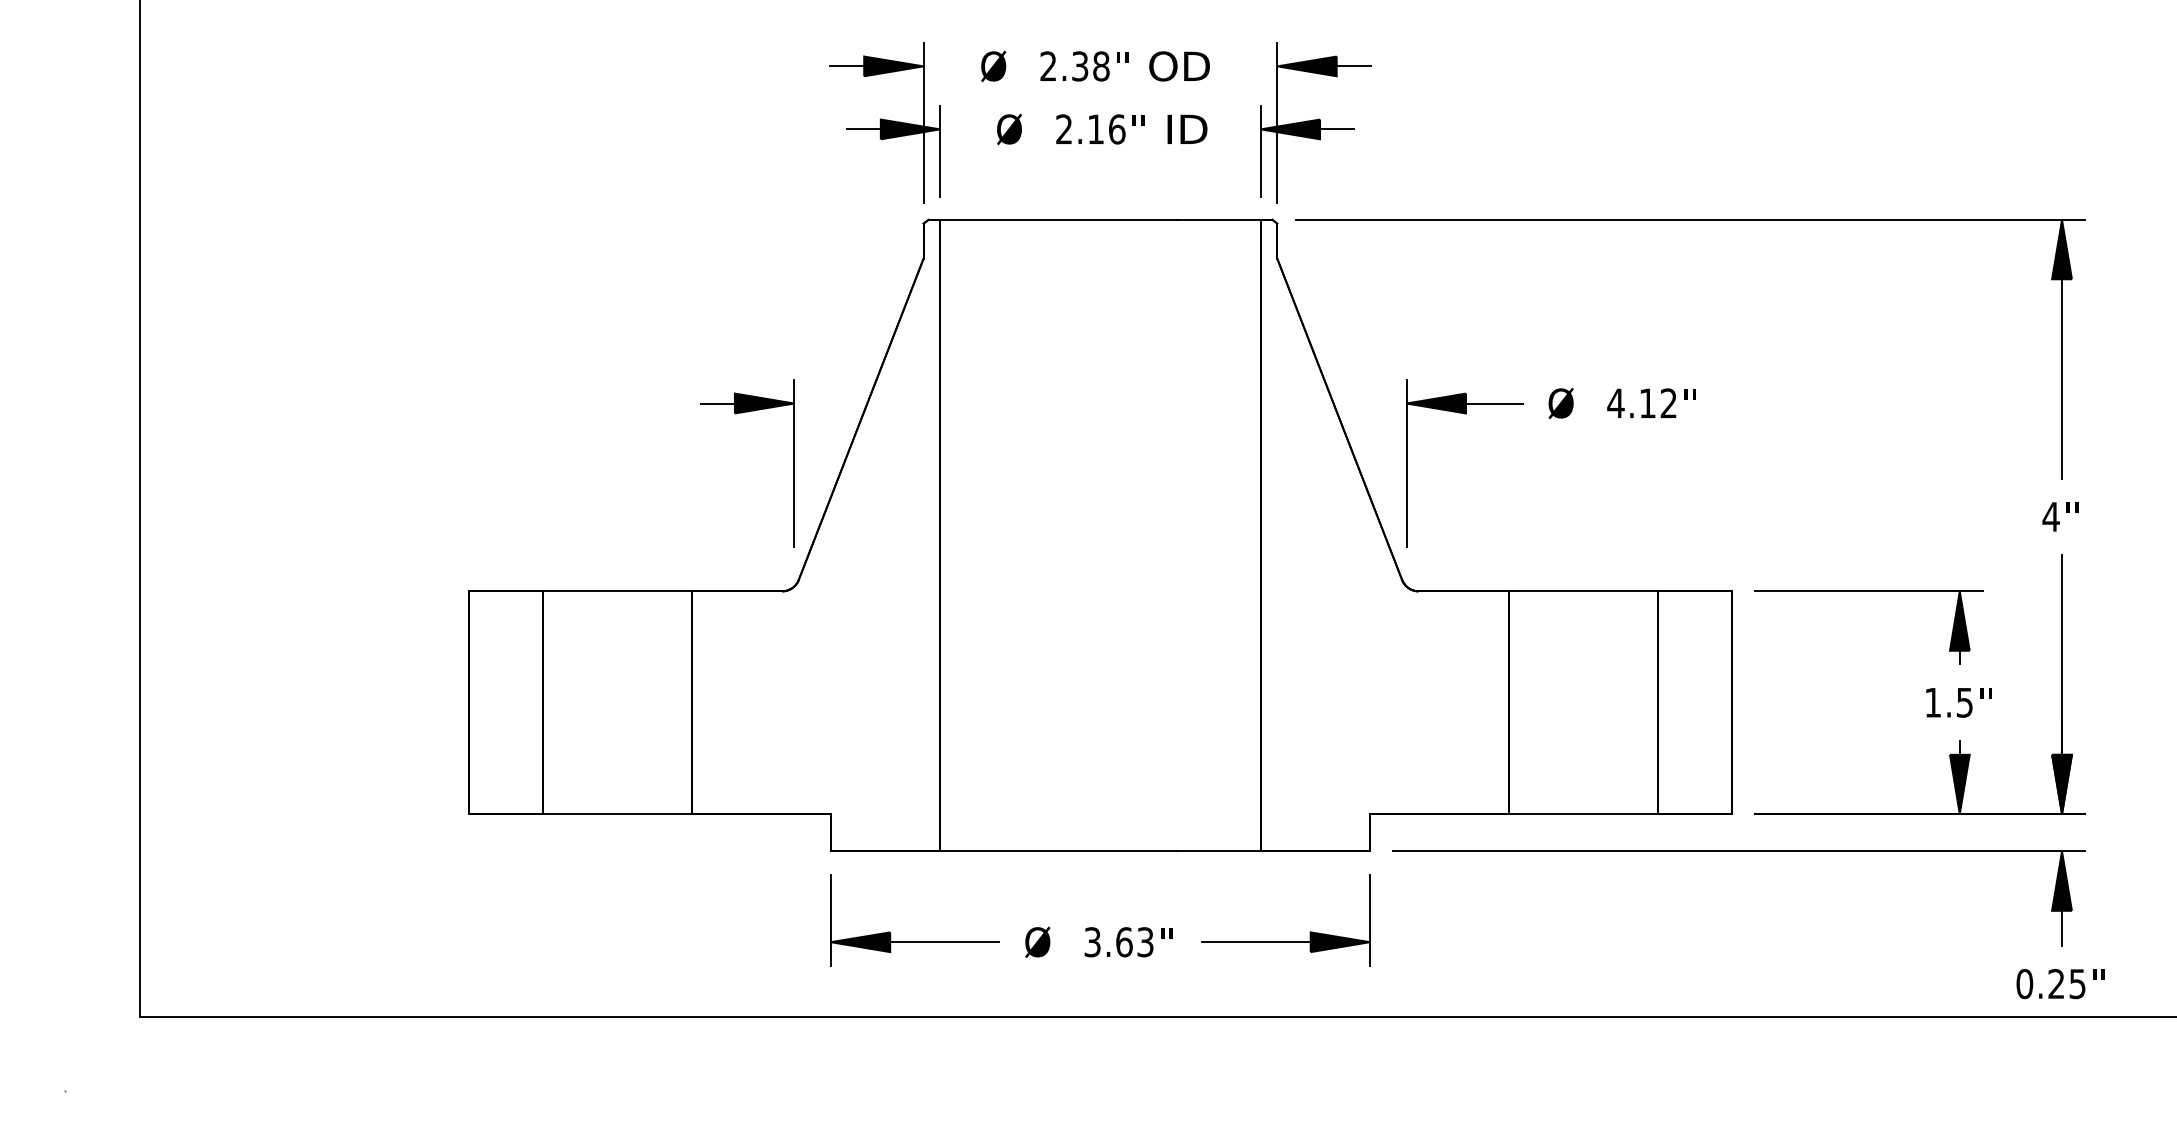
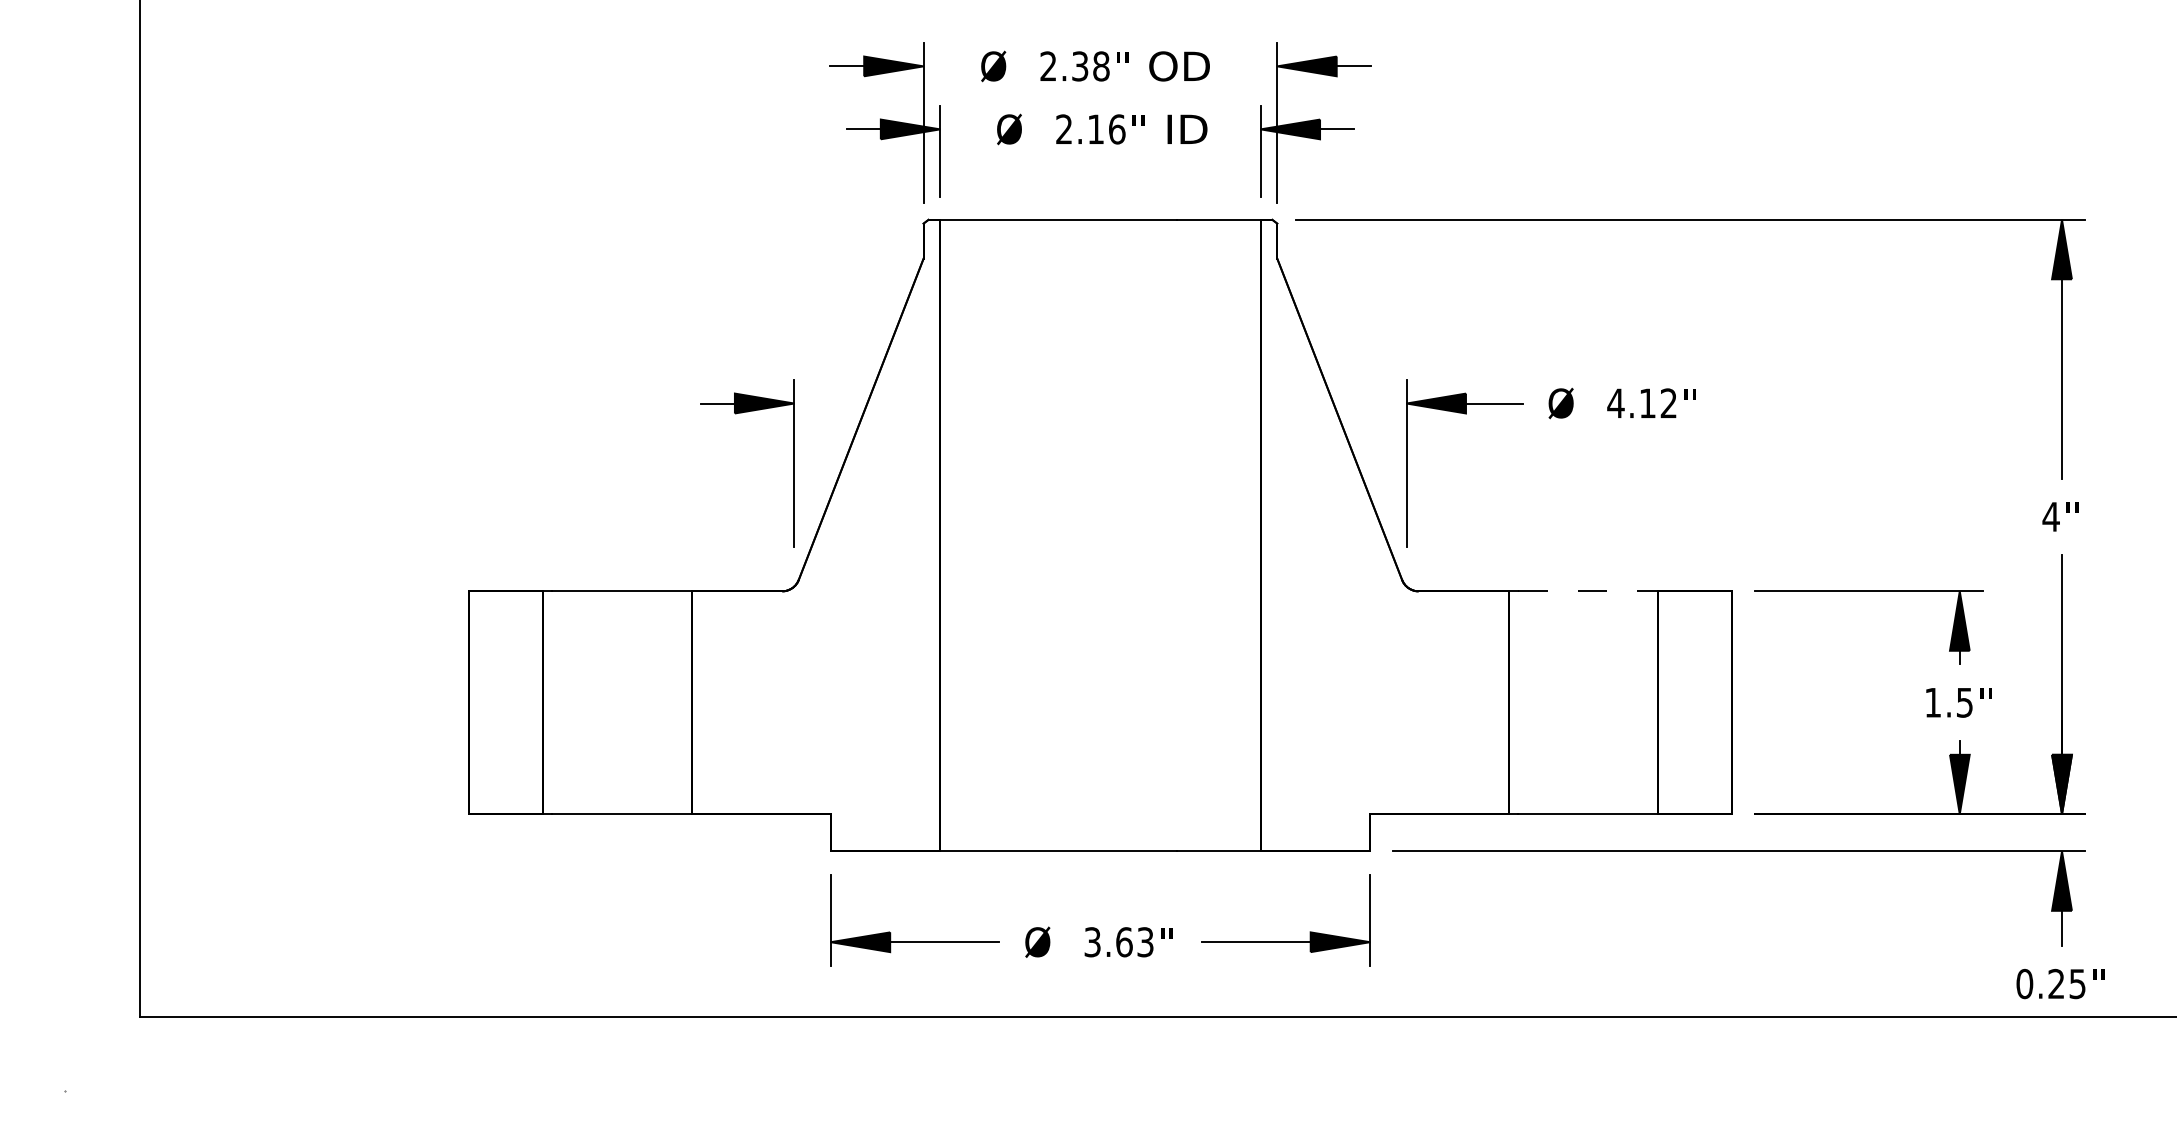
line at (1587, 591): solid -> dashed
